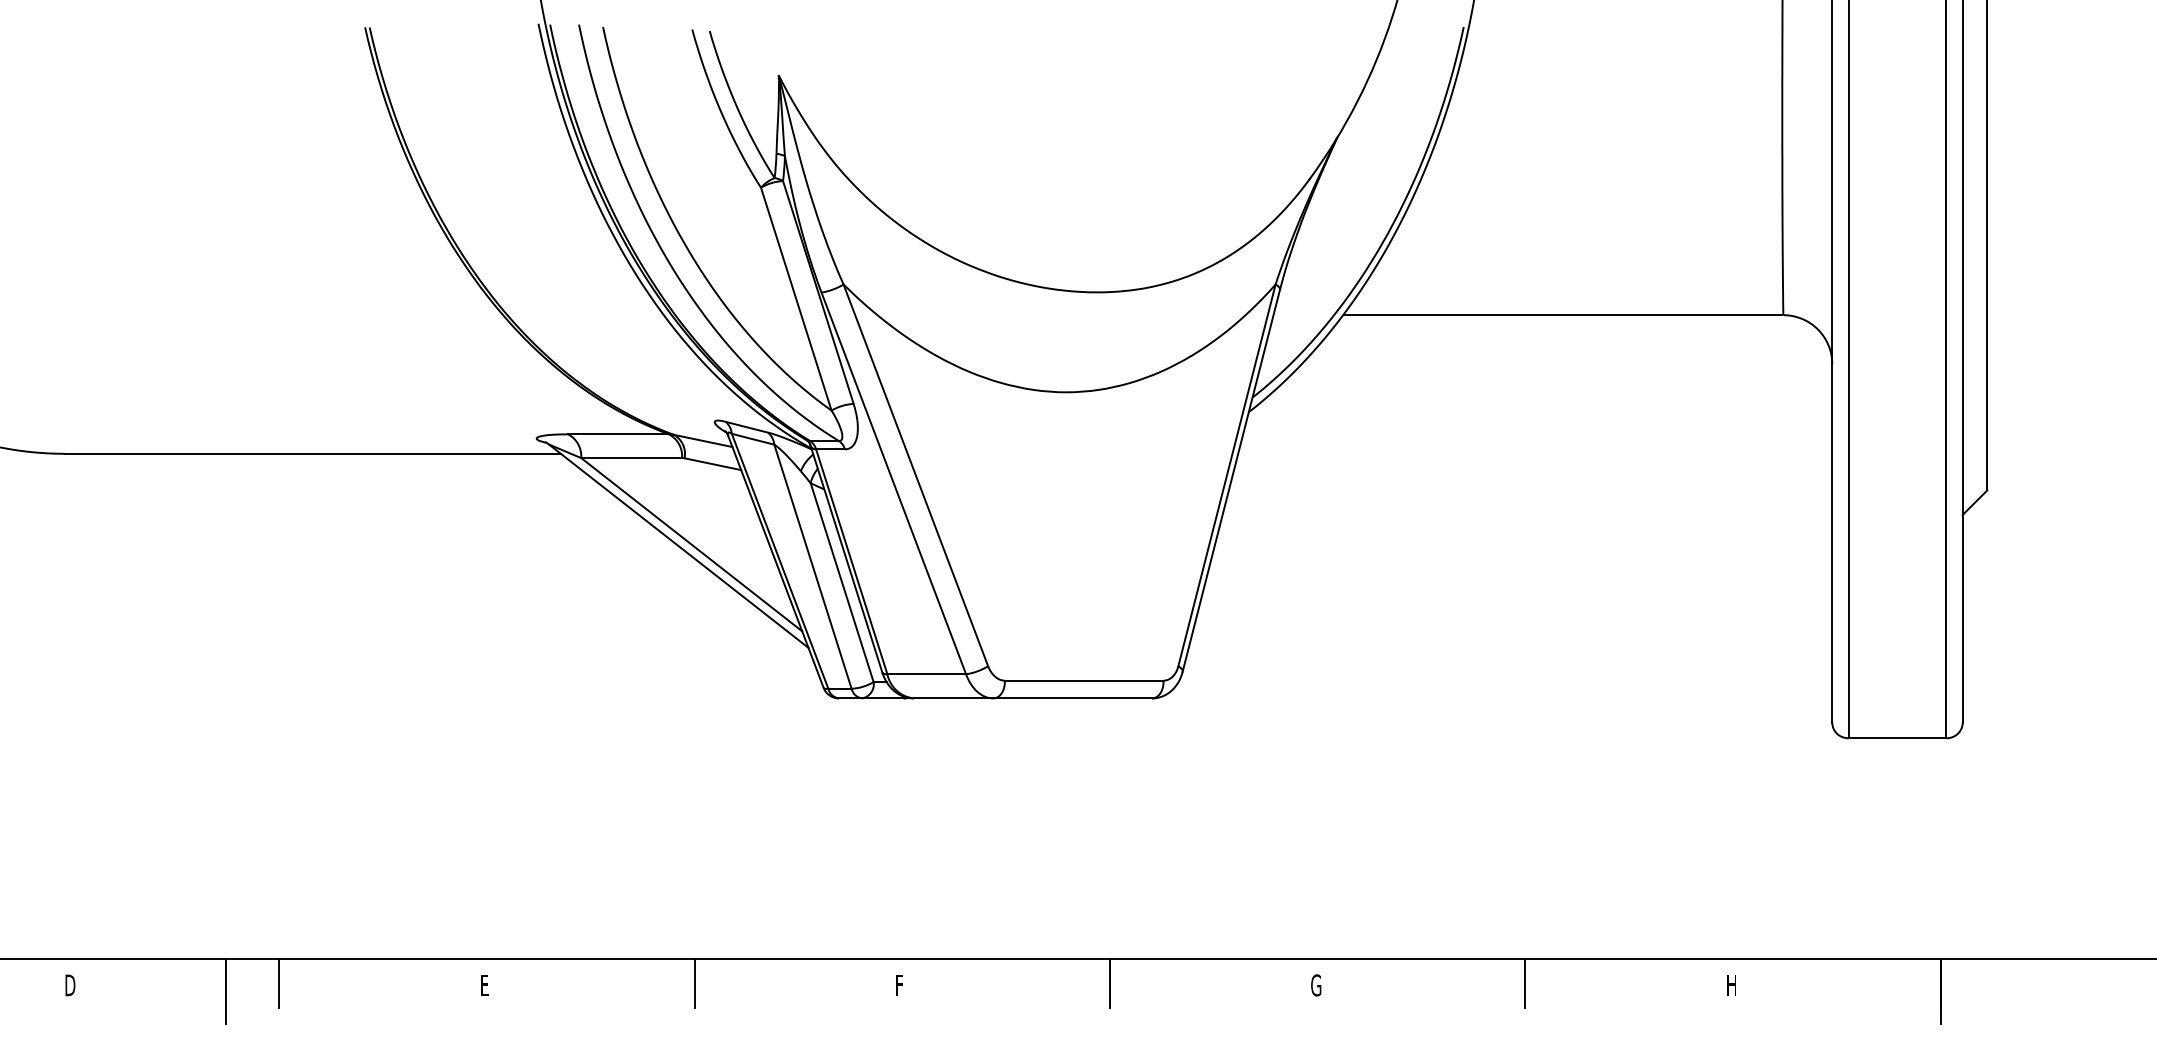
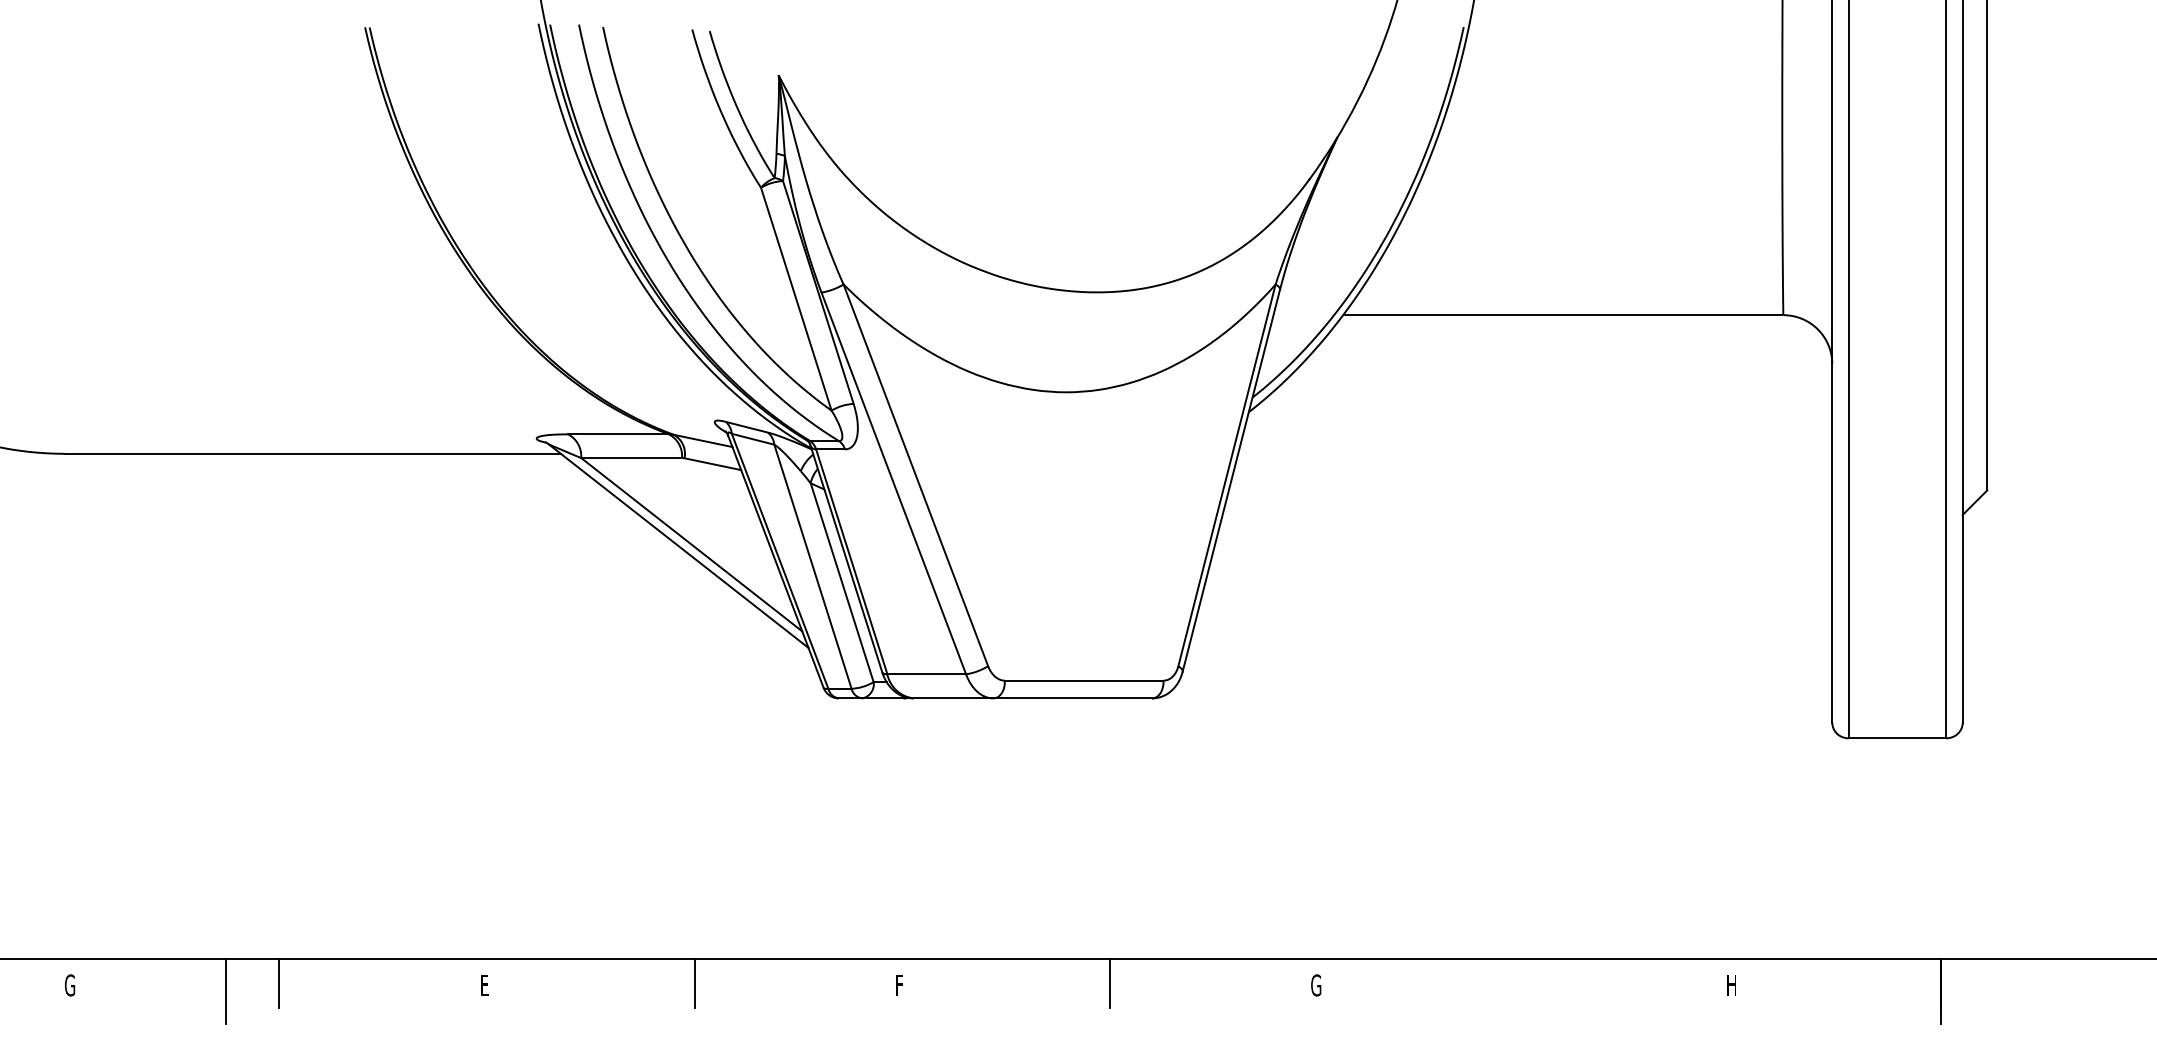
line at (1525, 982): present -> none
text at (69, 985): D -> G
